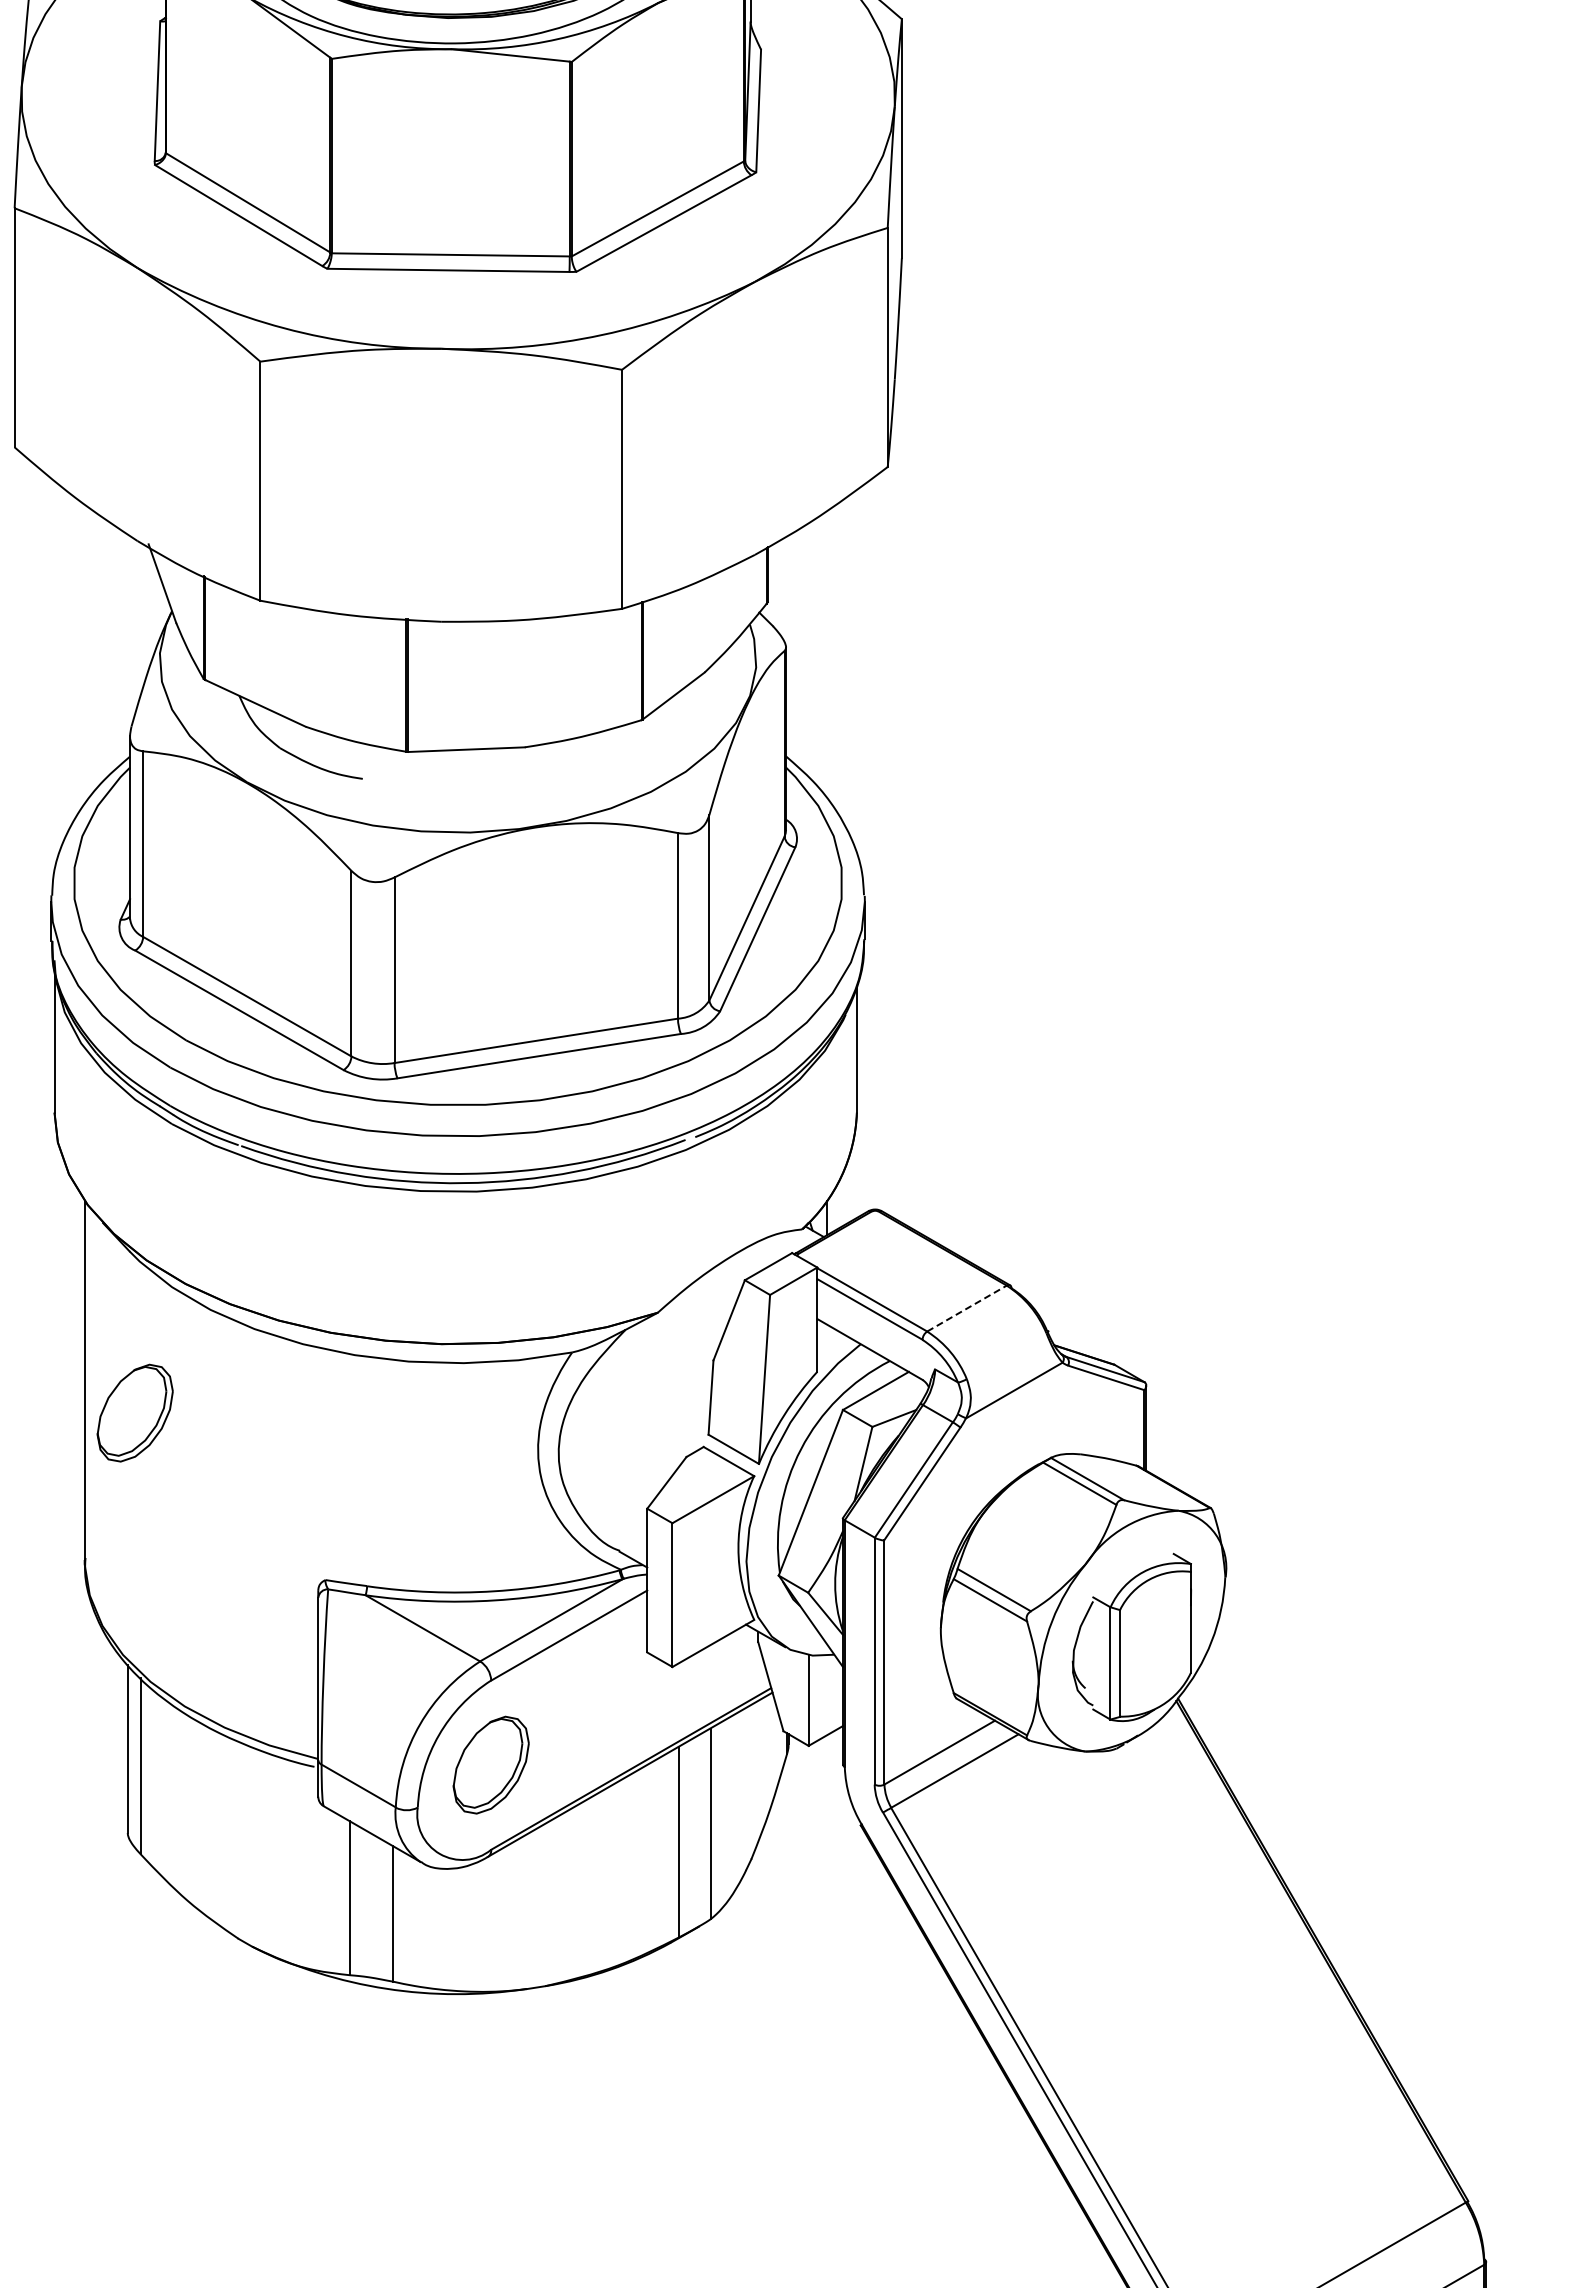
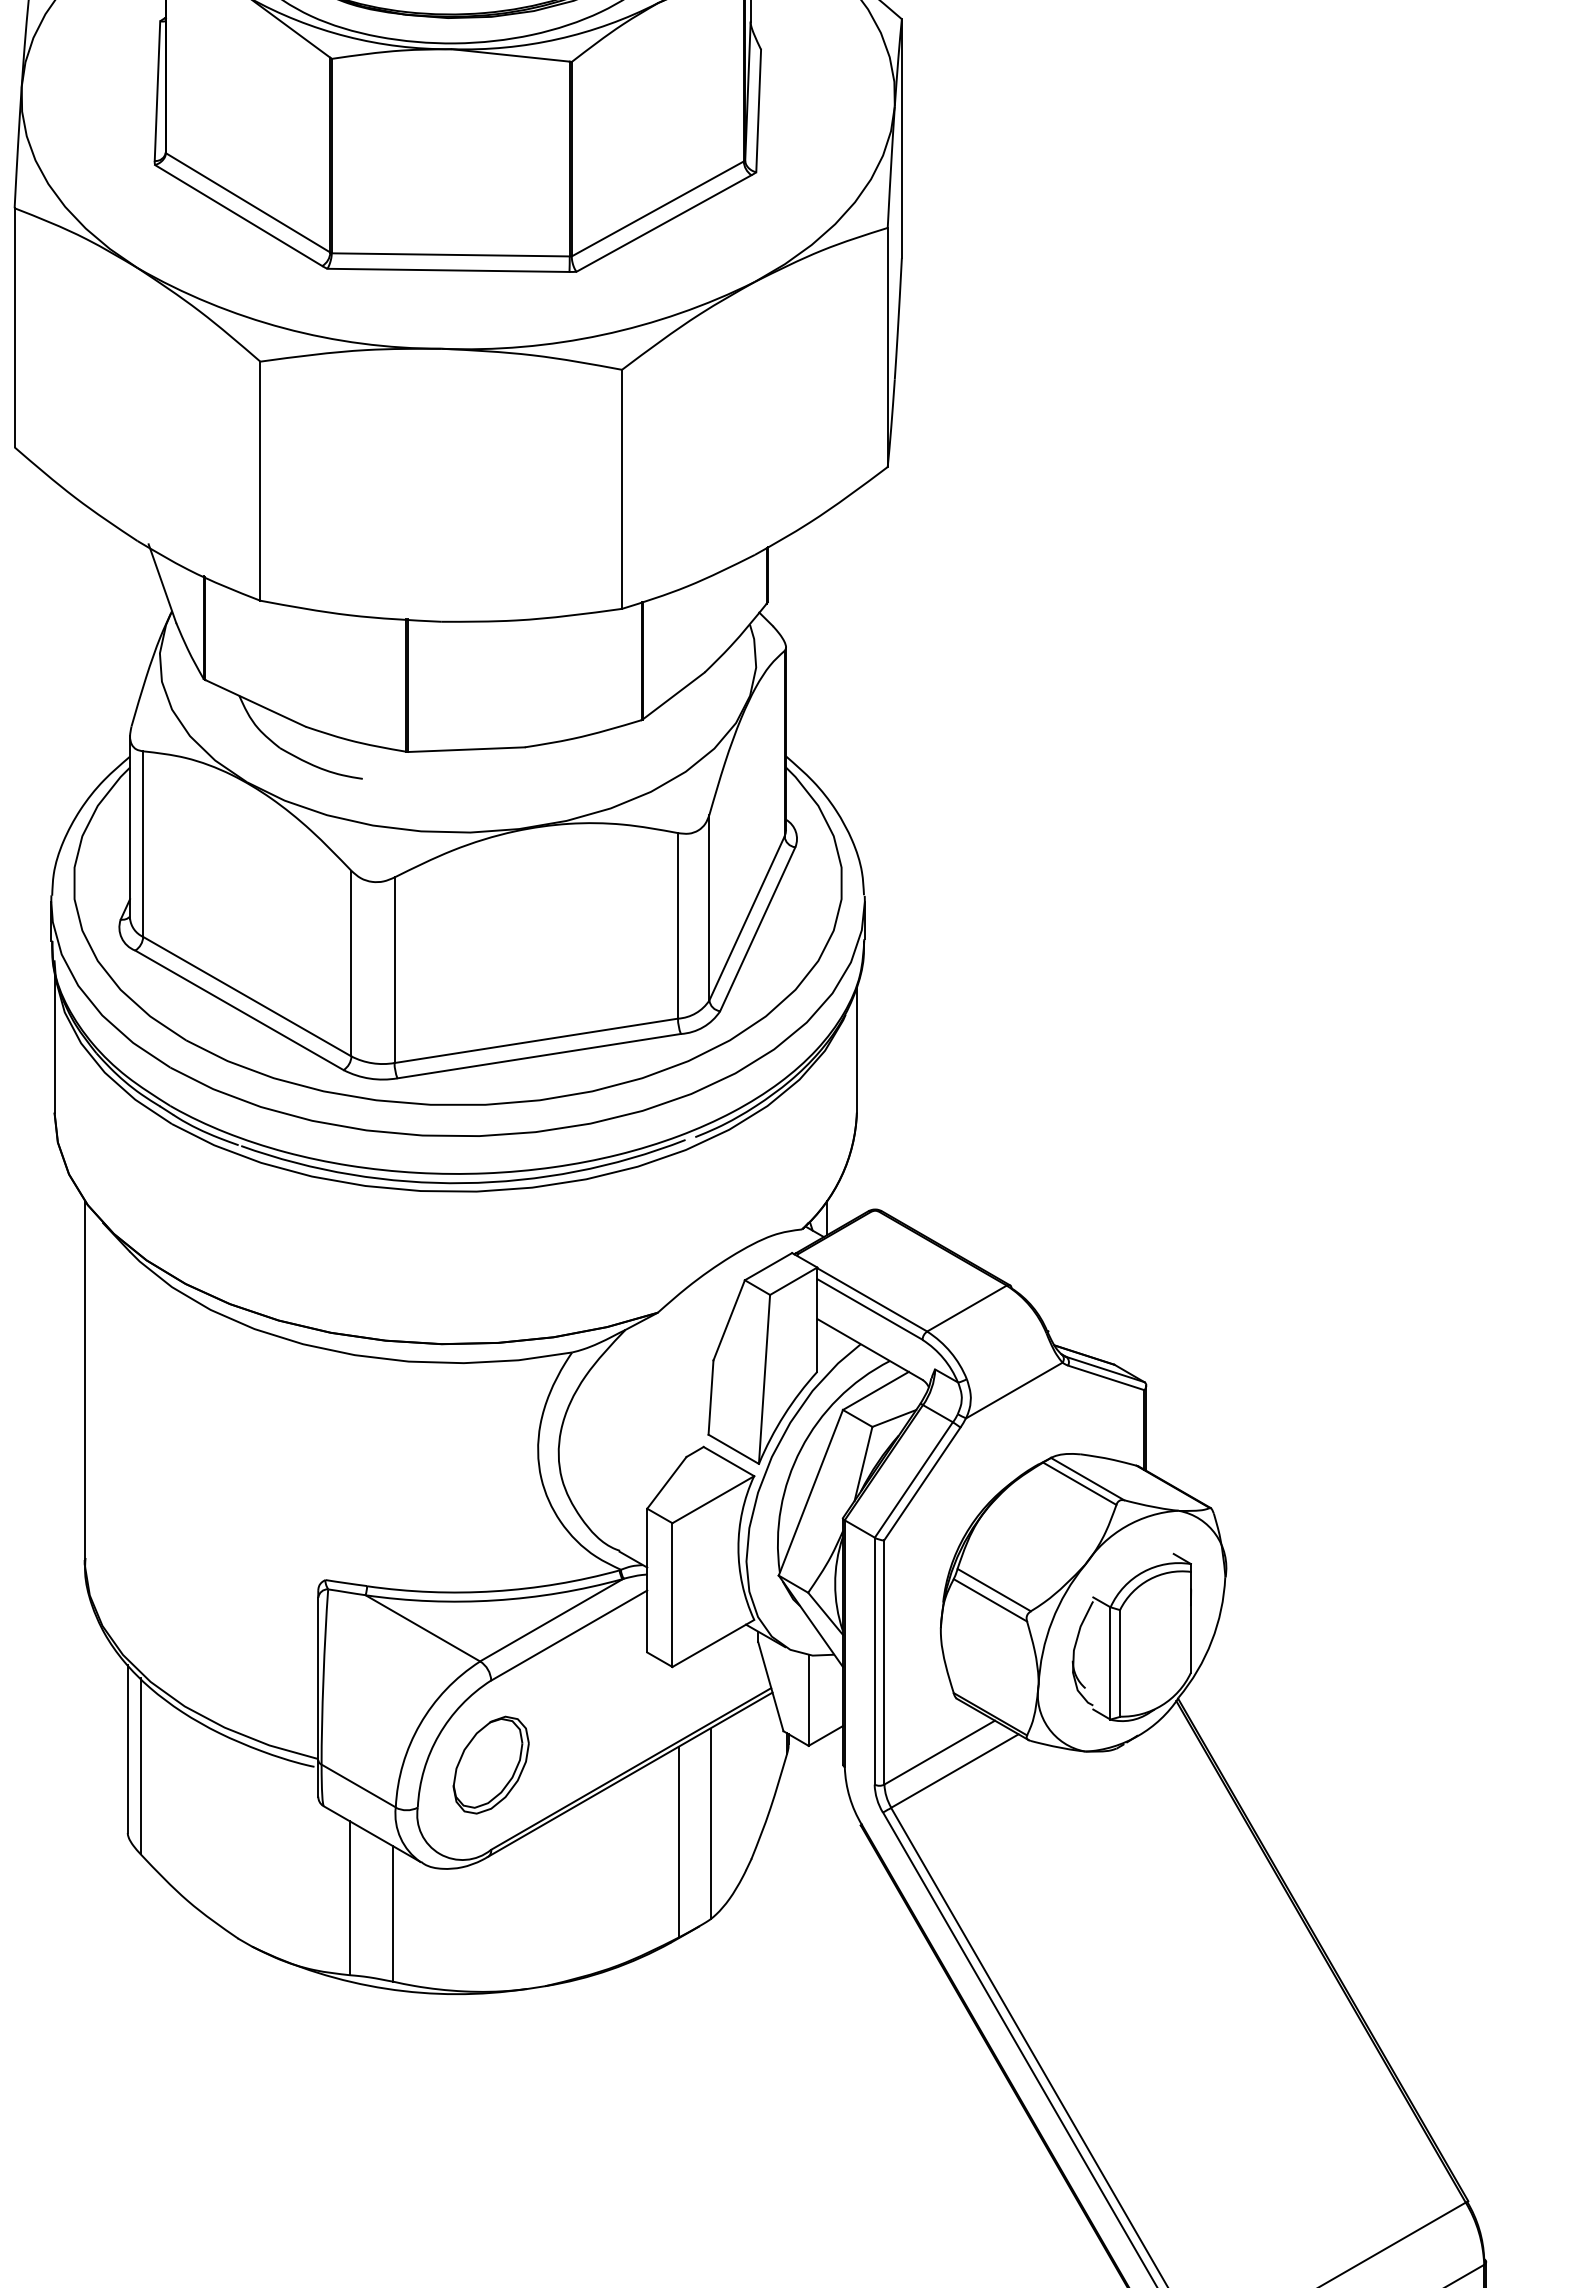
line at (967, 1308): dashed -> solid
part at (134, 1412): present -> none
